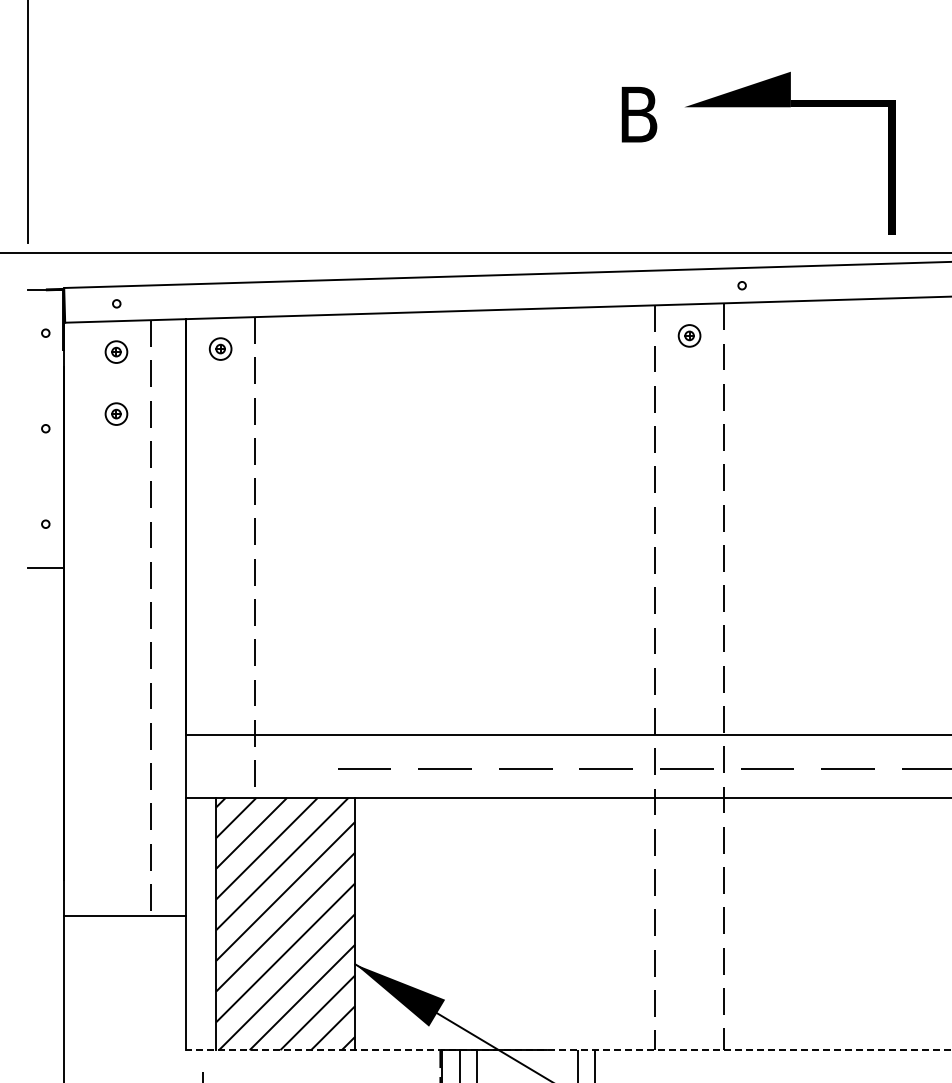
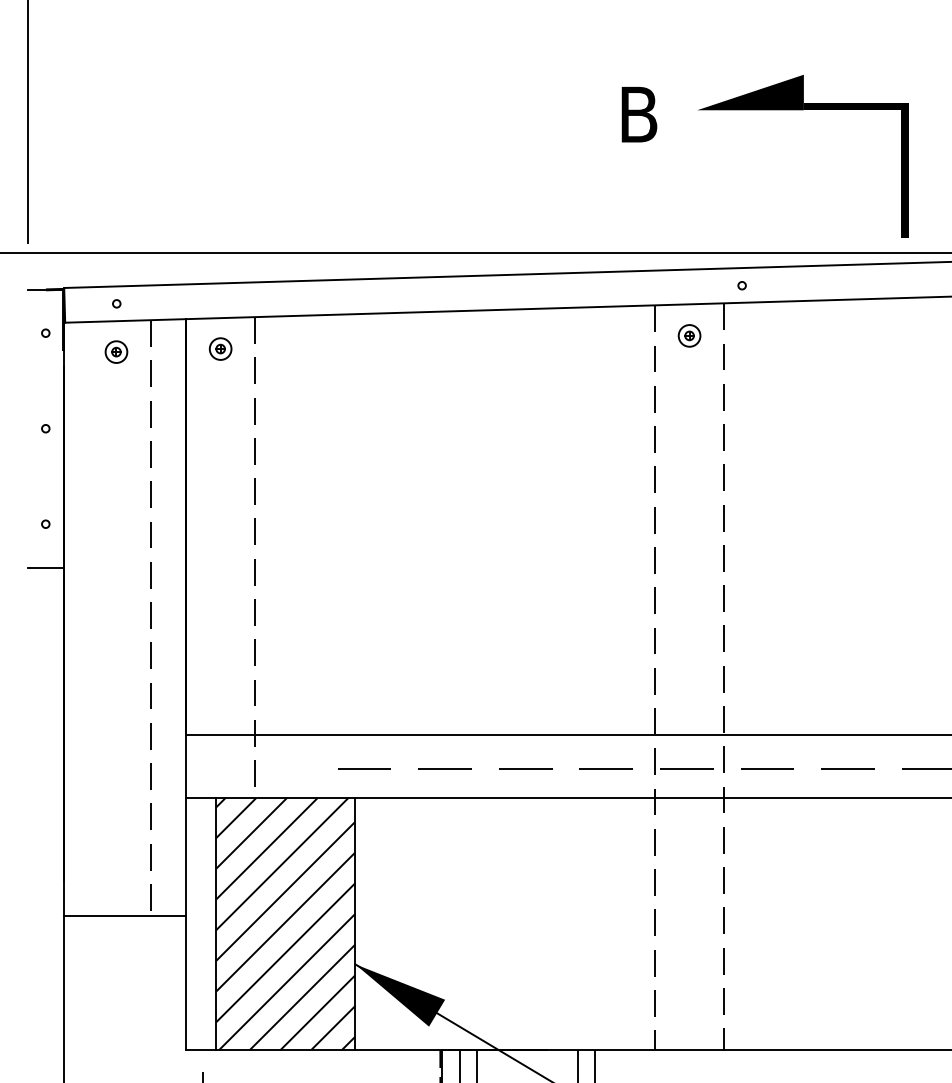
part at (790, 107) position: (790, 107) -> (803, 110)
part at (116, 413): present -> none
line at (568, 1050): dashed -> solid
